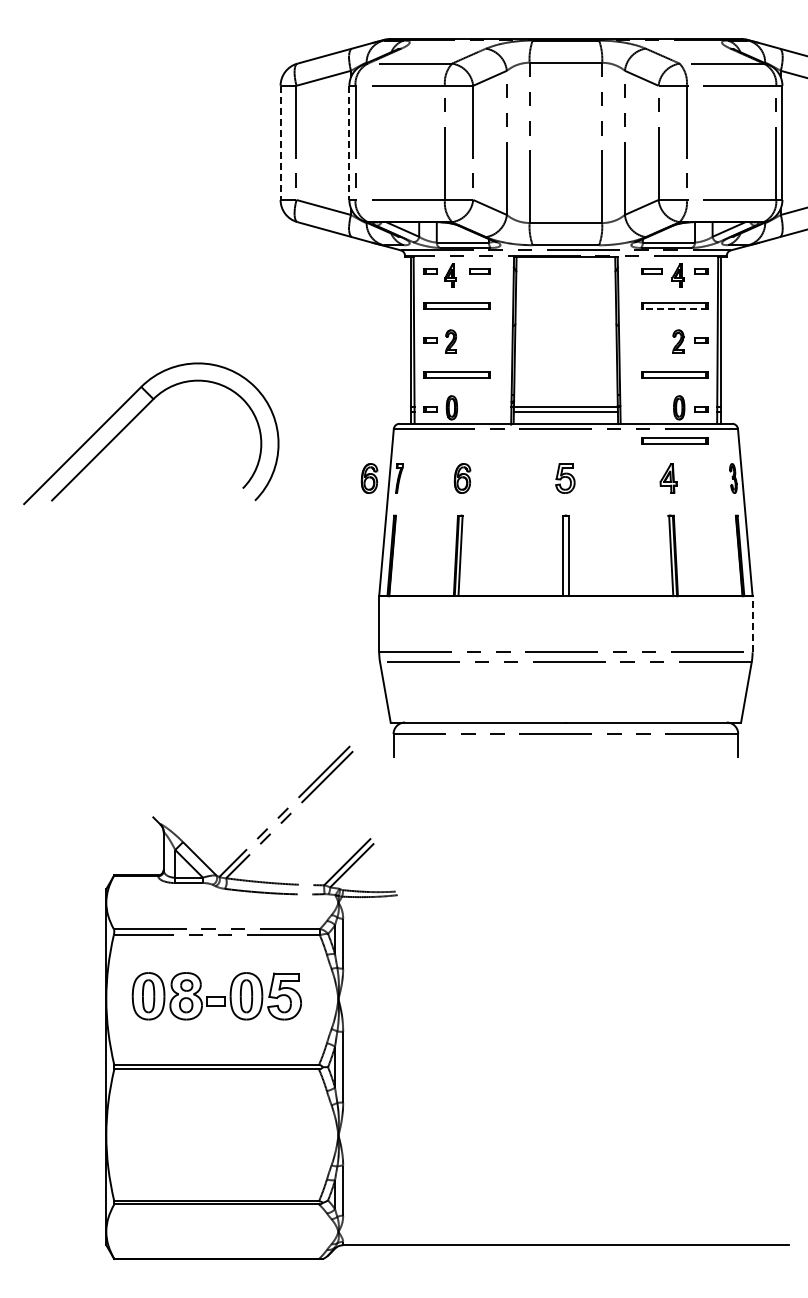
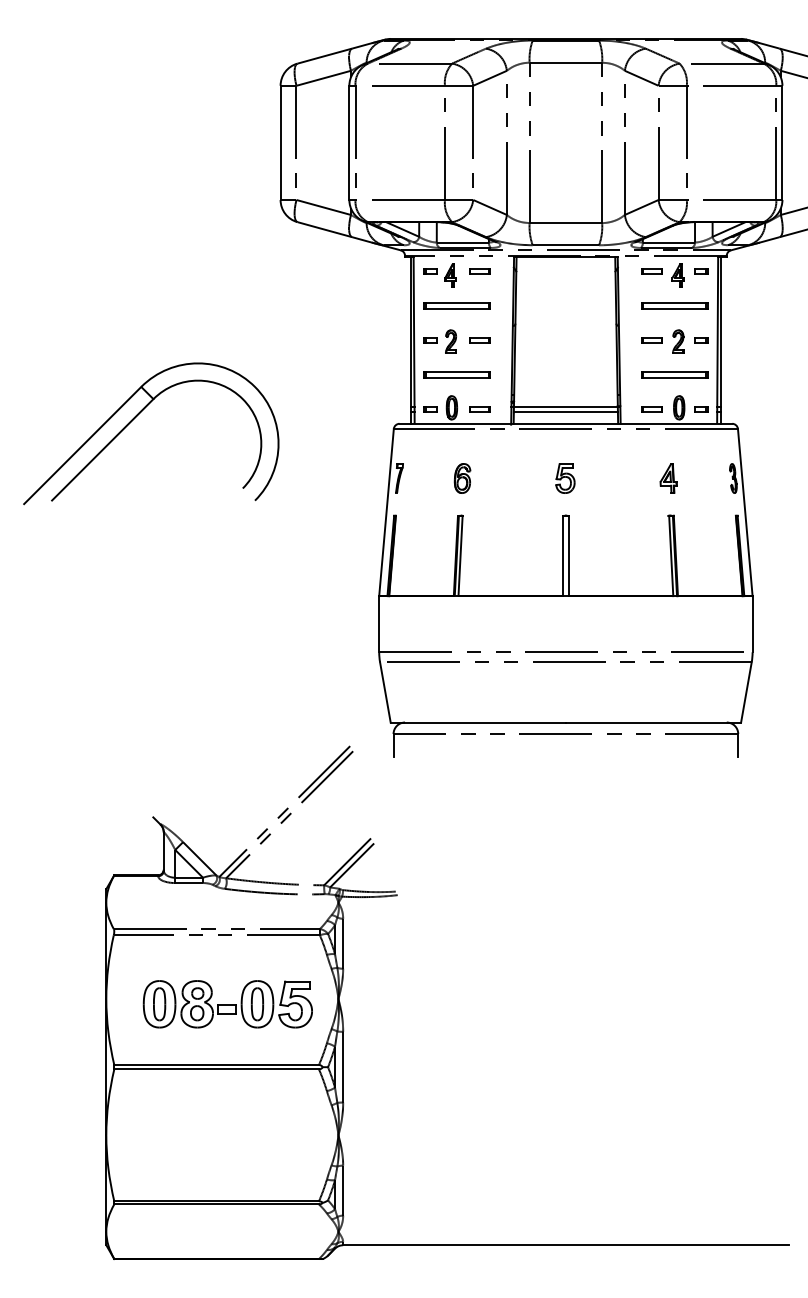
line at (280, 143): dashed -> solid
line at (349, 143): dashed -> solid
line at (674, 308): dashed -> solid
part at (479, 340): none -> present
part at (651, 340): none -> present
part at (479, 409): none -> present
part at (651, 409): none -> present
part at (674, 440): present -> none
part at (369, 478): present -> none
line at (752, 623): dashed -> solid
part at (216, 996) position: (216, 996) -> (227, 1004)
